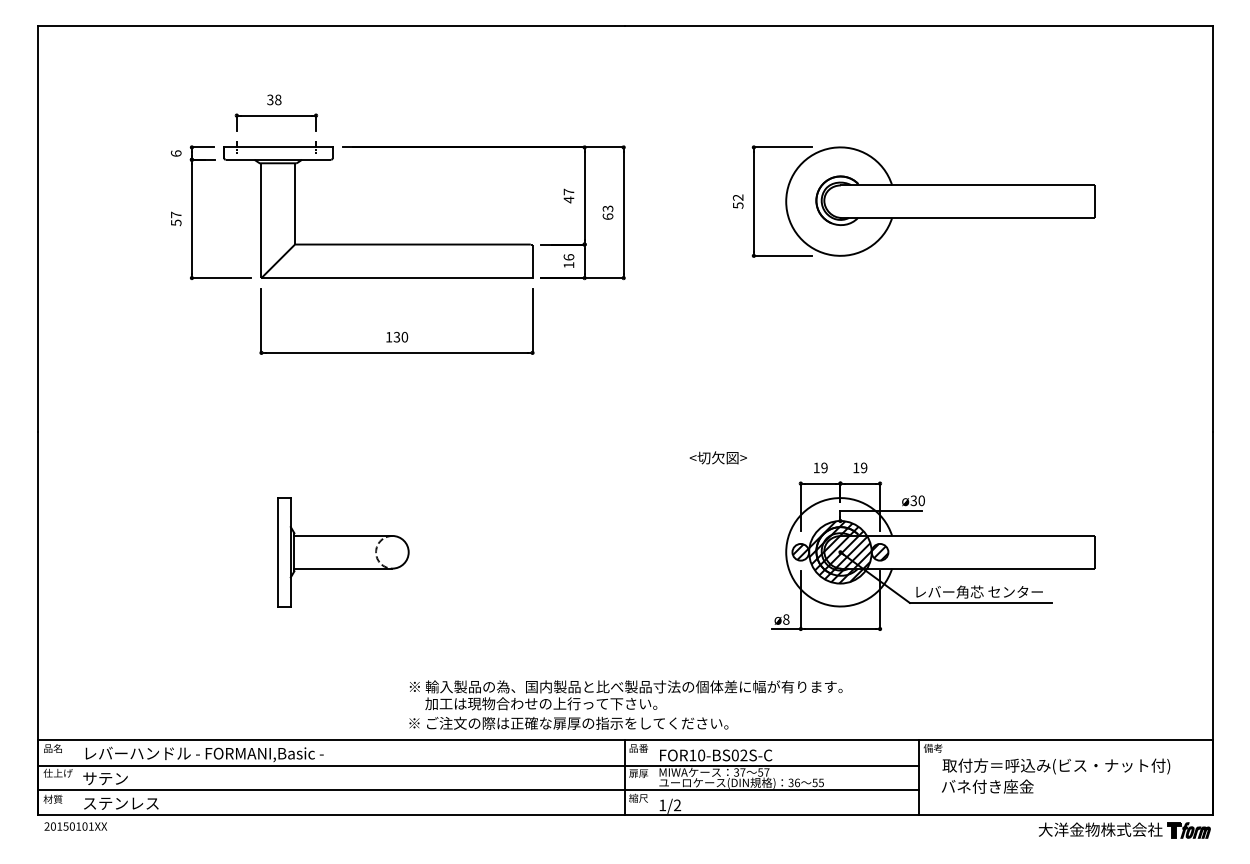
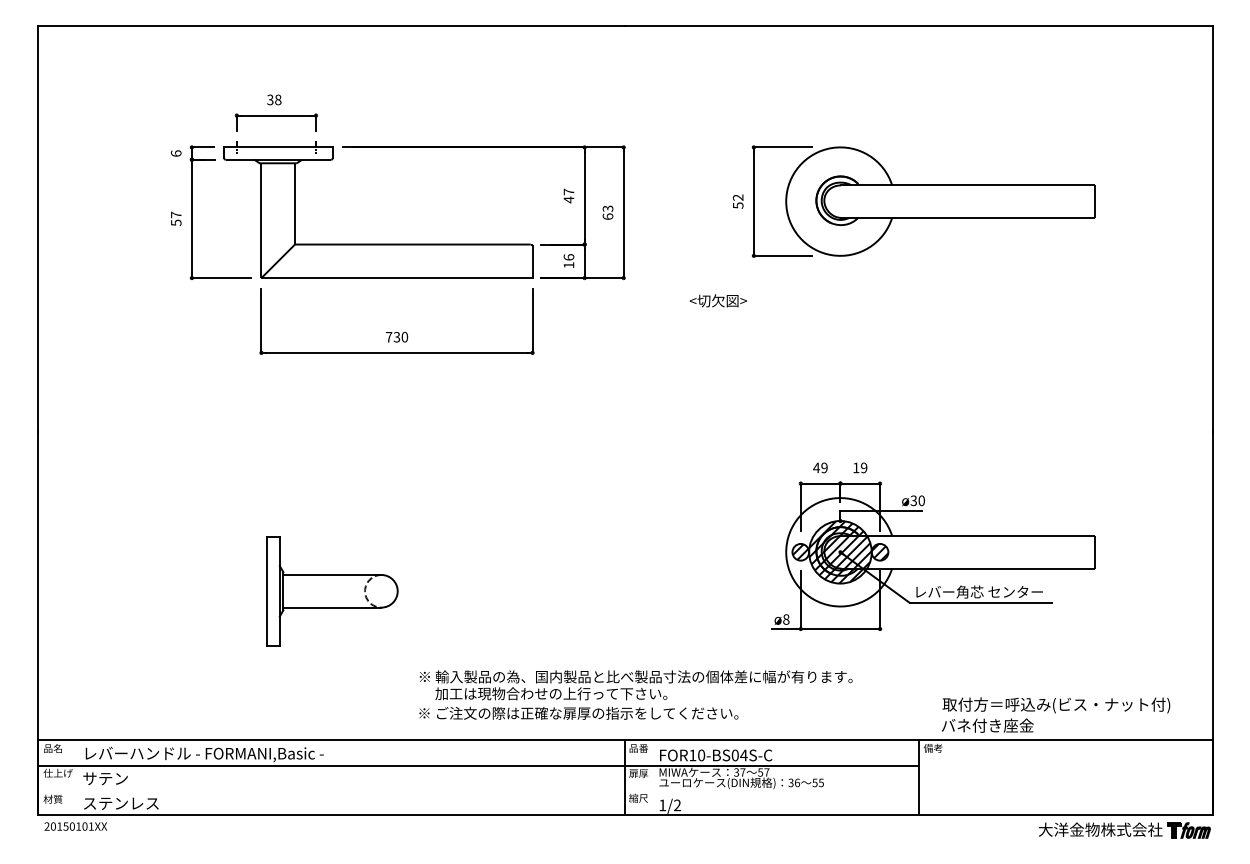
text at (388, 337): 130 -> 730
text at (717, 457) position: (717, 457) -> (717, 300)
text at (816, 467): 19 -> 49
part at (343, 552) position: (343, 552) -> (332, 591)
text at (625, 704) position: (625, 704) -> (635, 694)
text at (743, 755): FOR10-BS02S-C -> FOR10-BS04S-C
text at (1056, 775) position: (1056, 775) -> (1056, 714)
line at (478, 790): present -> none
